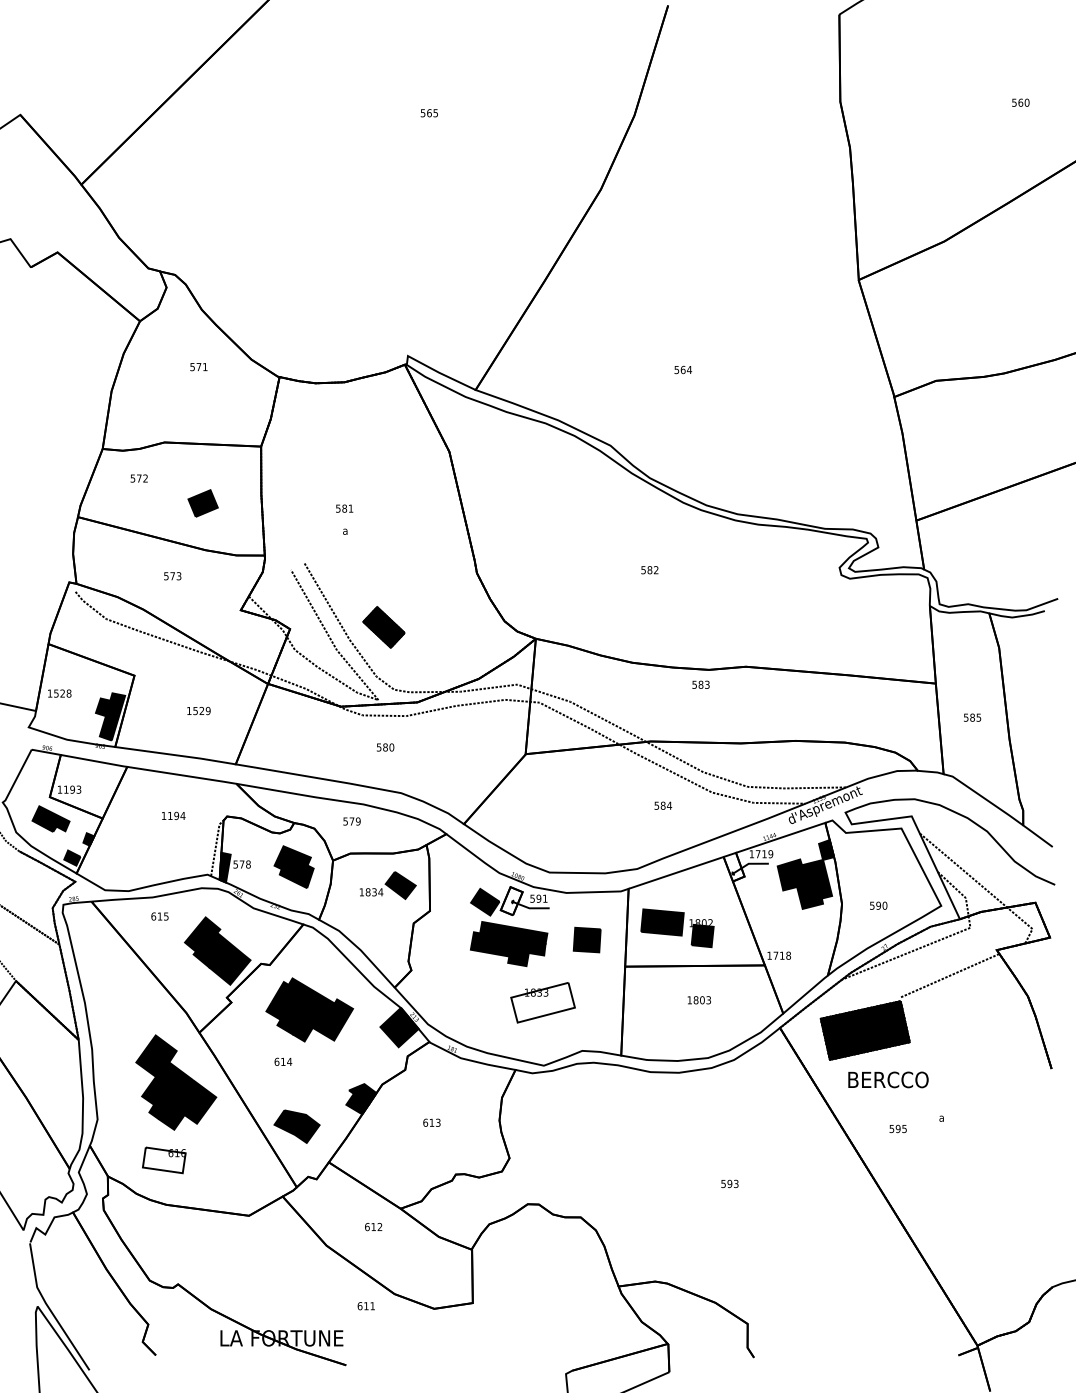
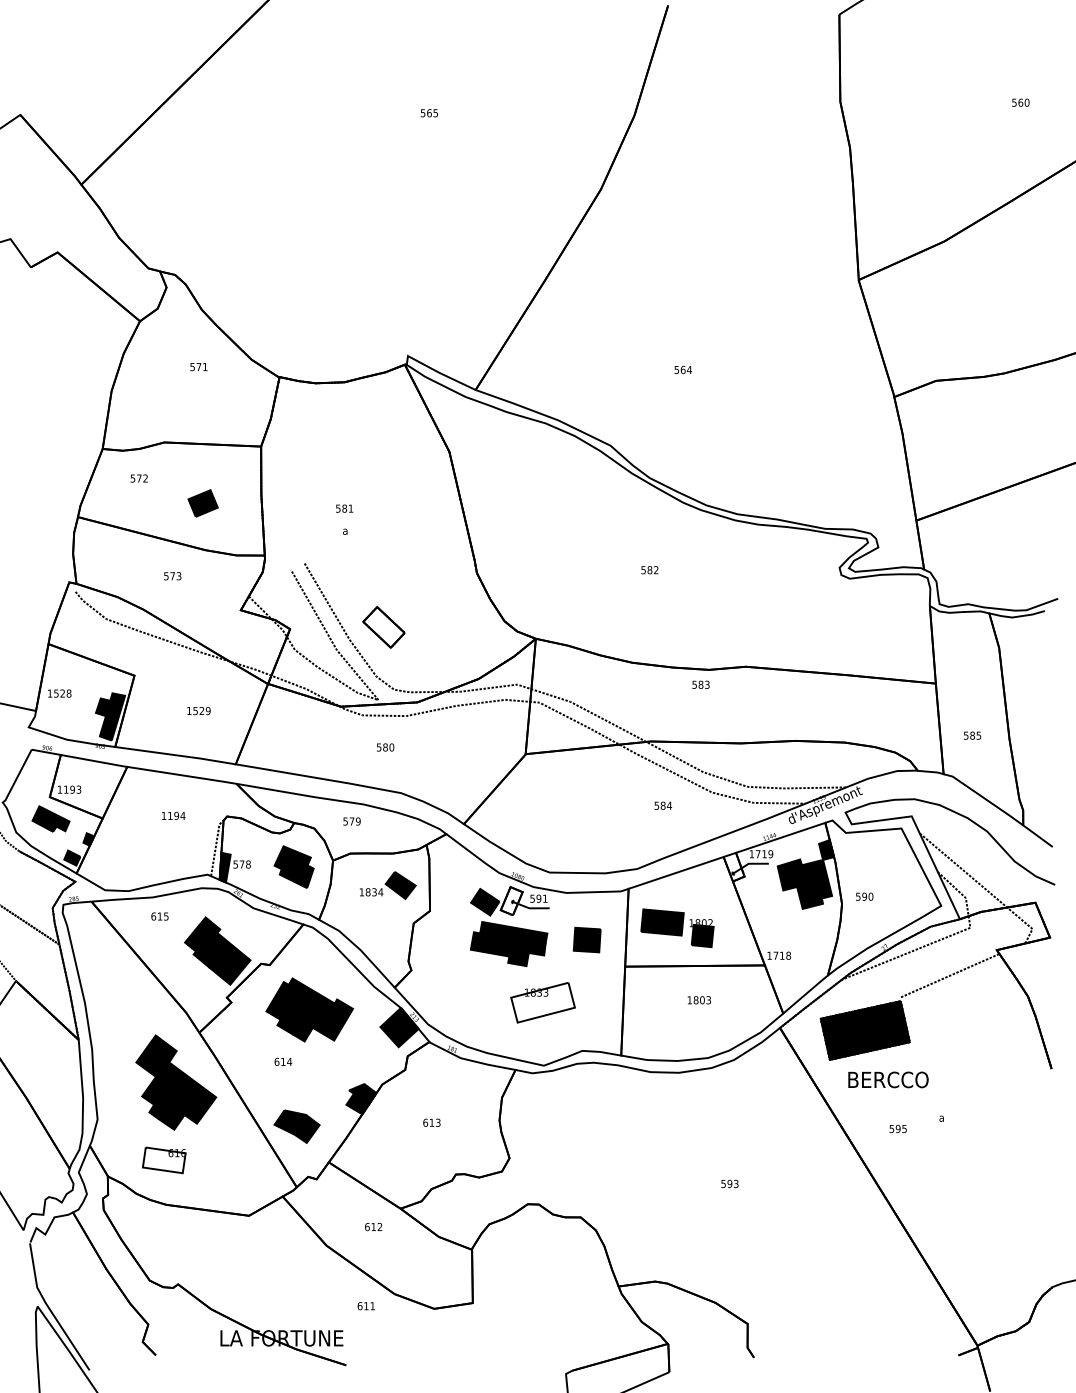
fill at (383, 627): present -> none
text at (972, 717) position: (972, 717) -> (972, 735)
text at (878, 905) position: (878, 905) -> (864, 896)
